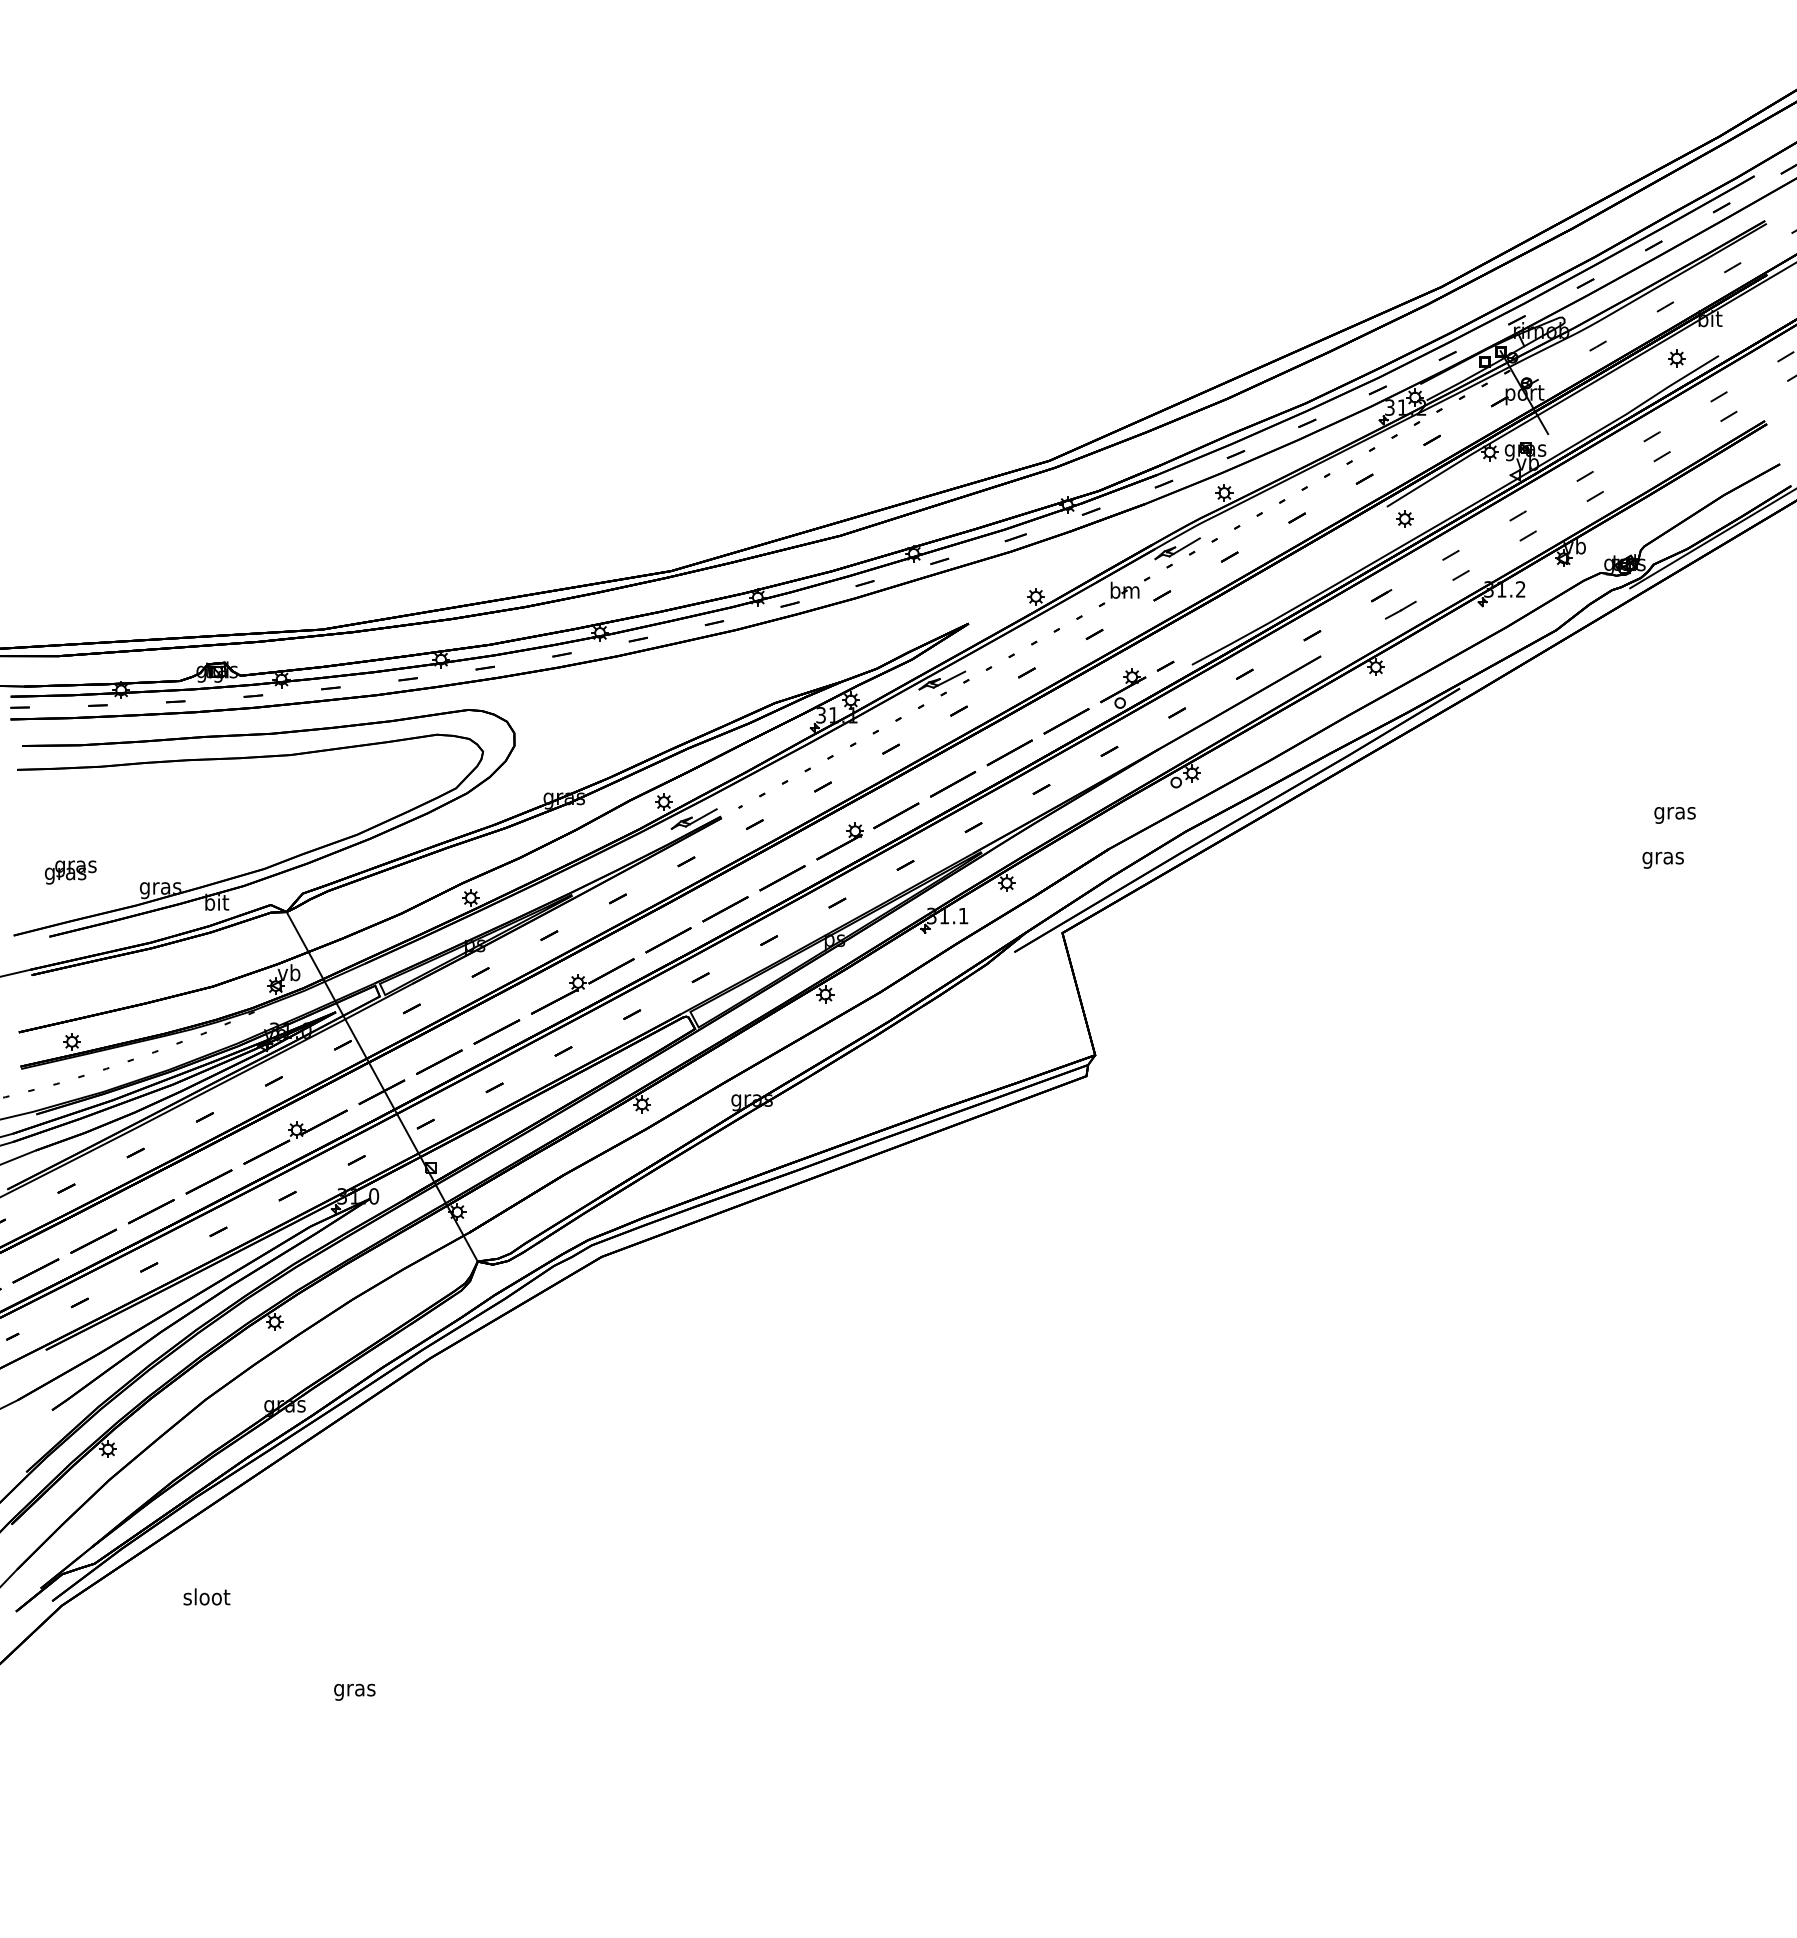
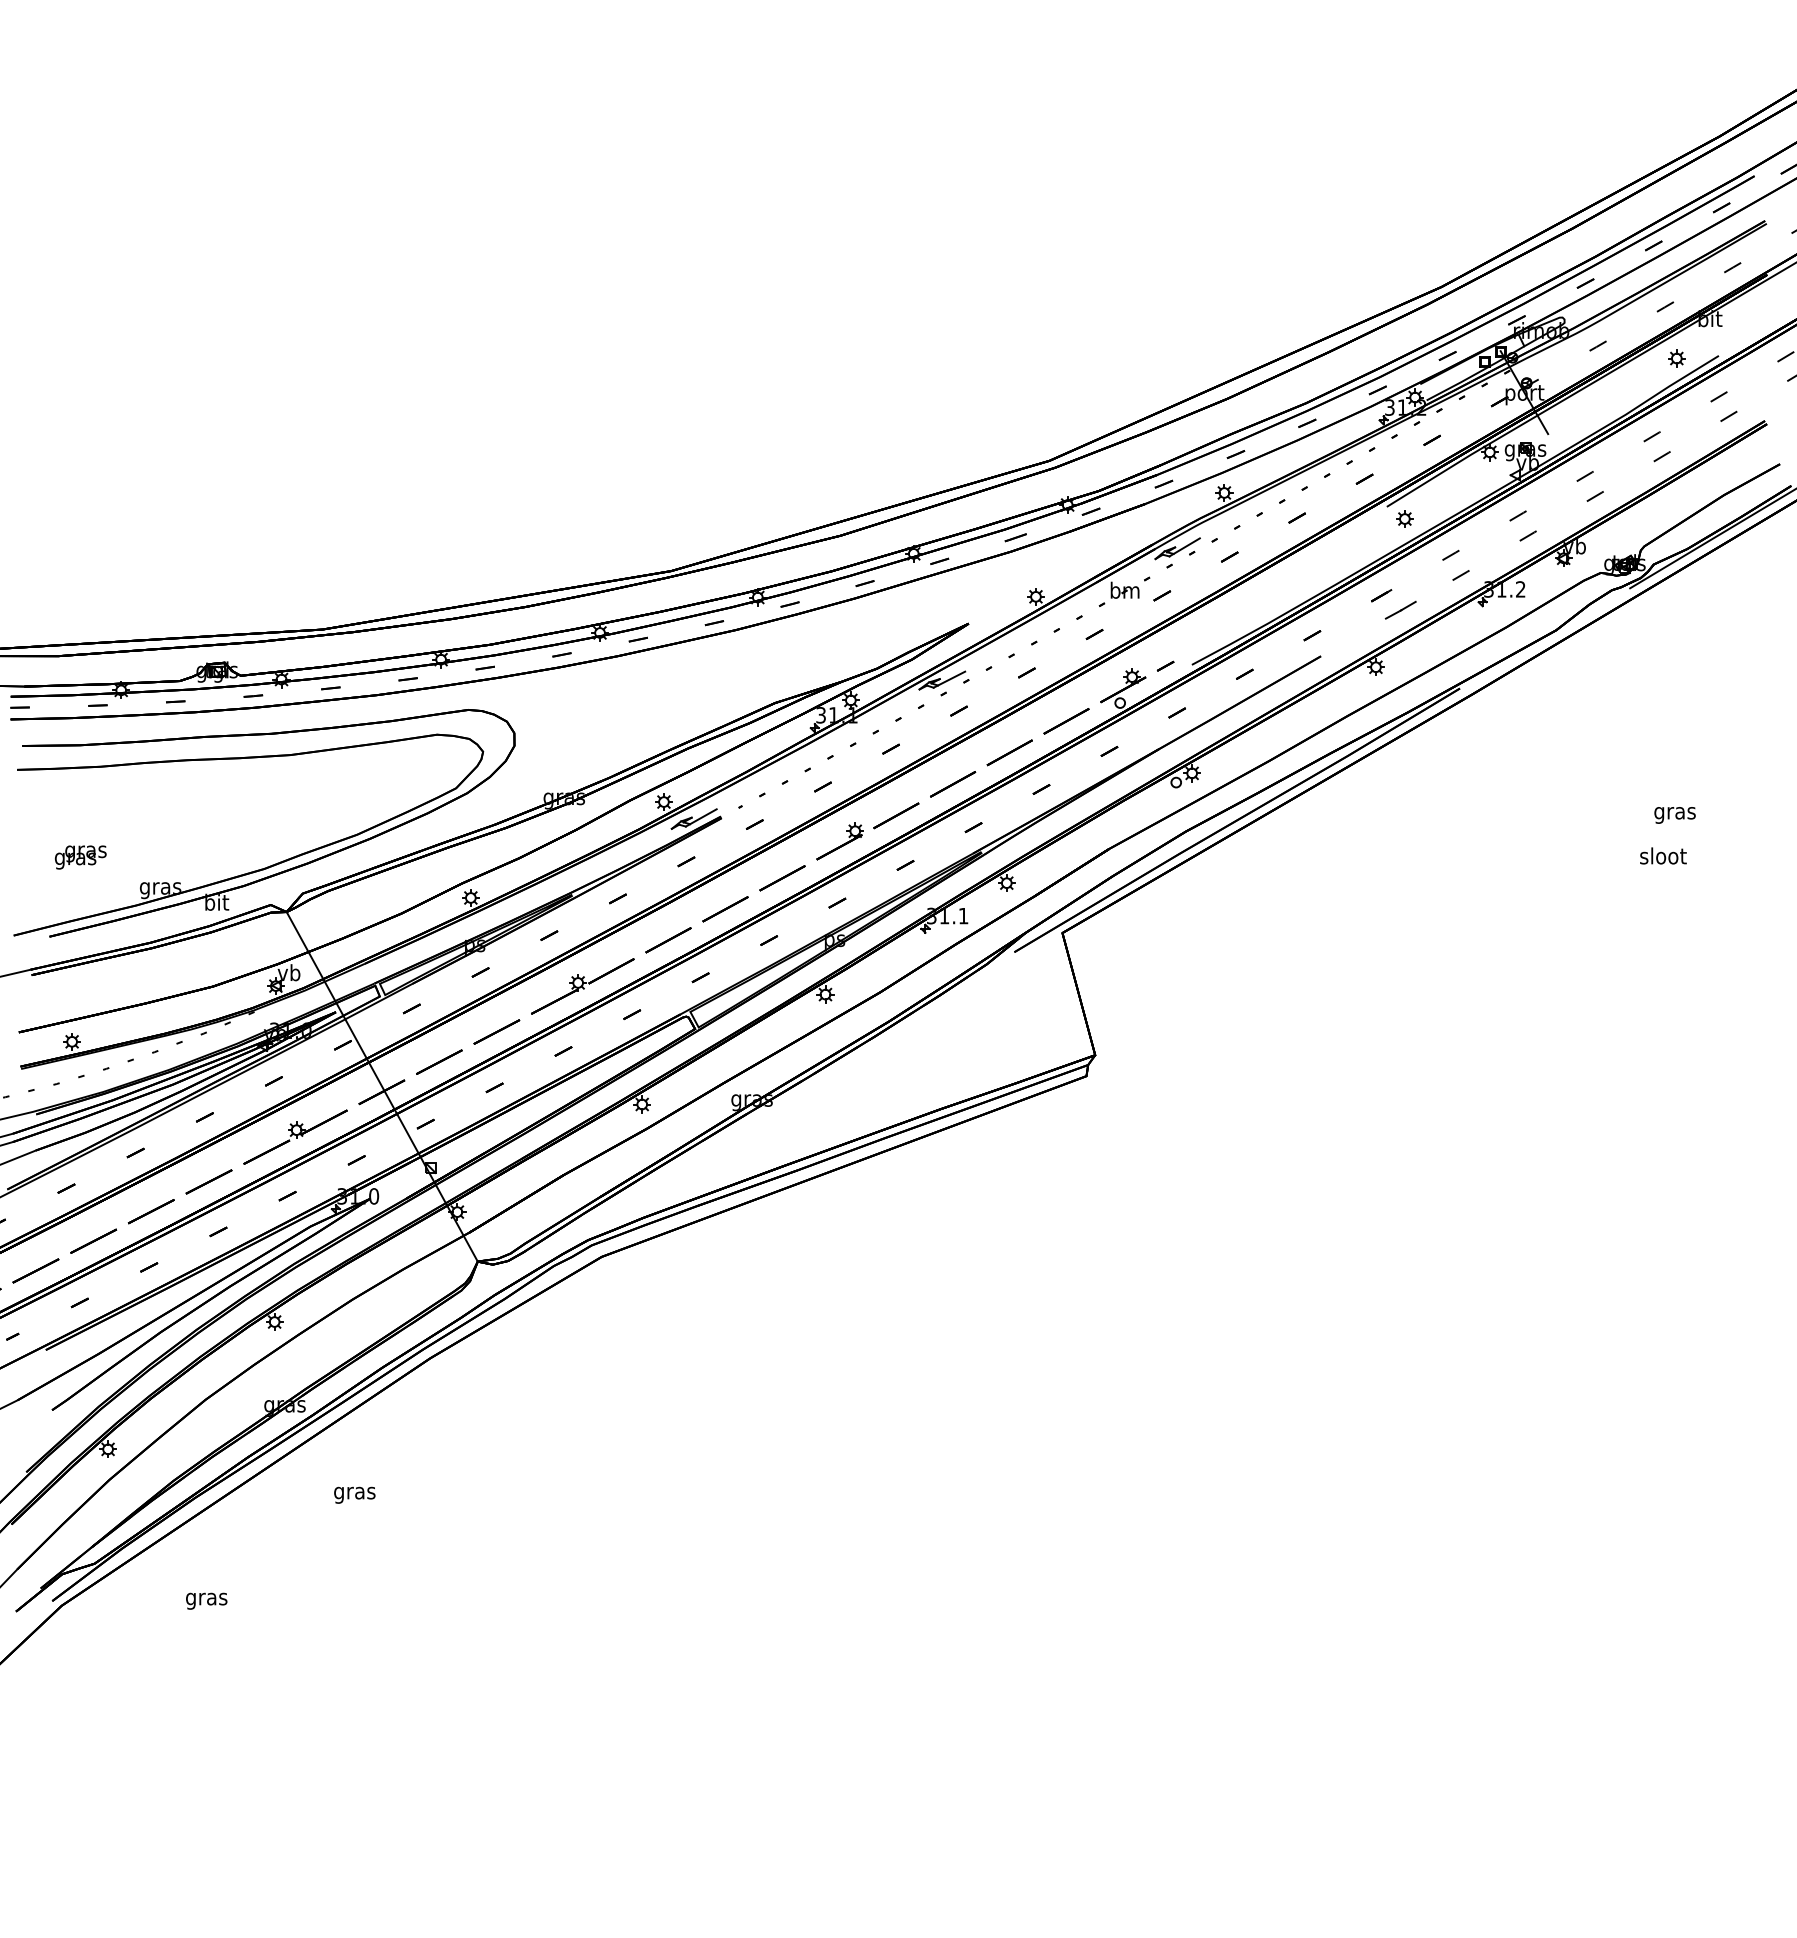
text at (1663, 857): gras -> sloot
text at (70, 872) position: (70, 872) -> (80, 857)
text at (206, 1598): sloot -> gras
text at (354, 1691) position: (354, 1691) -> (354, 1494)
